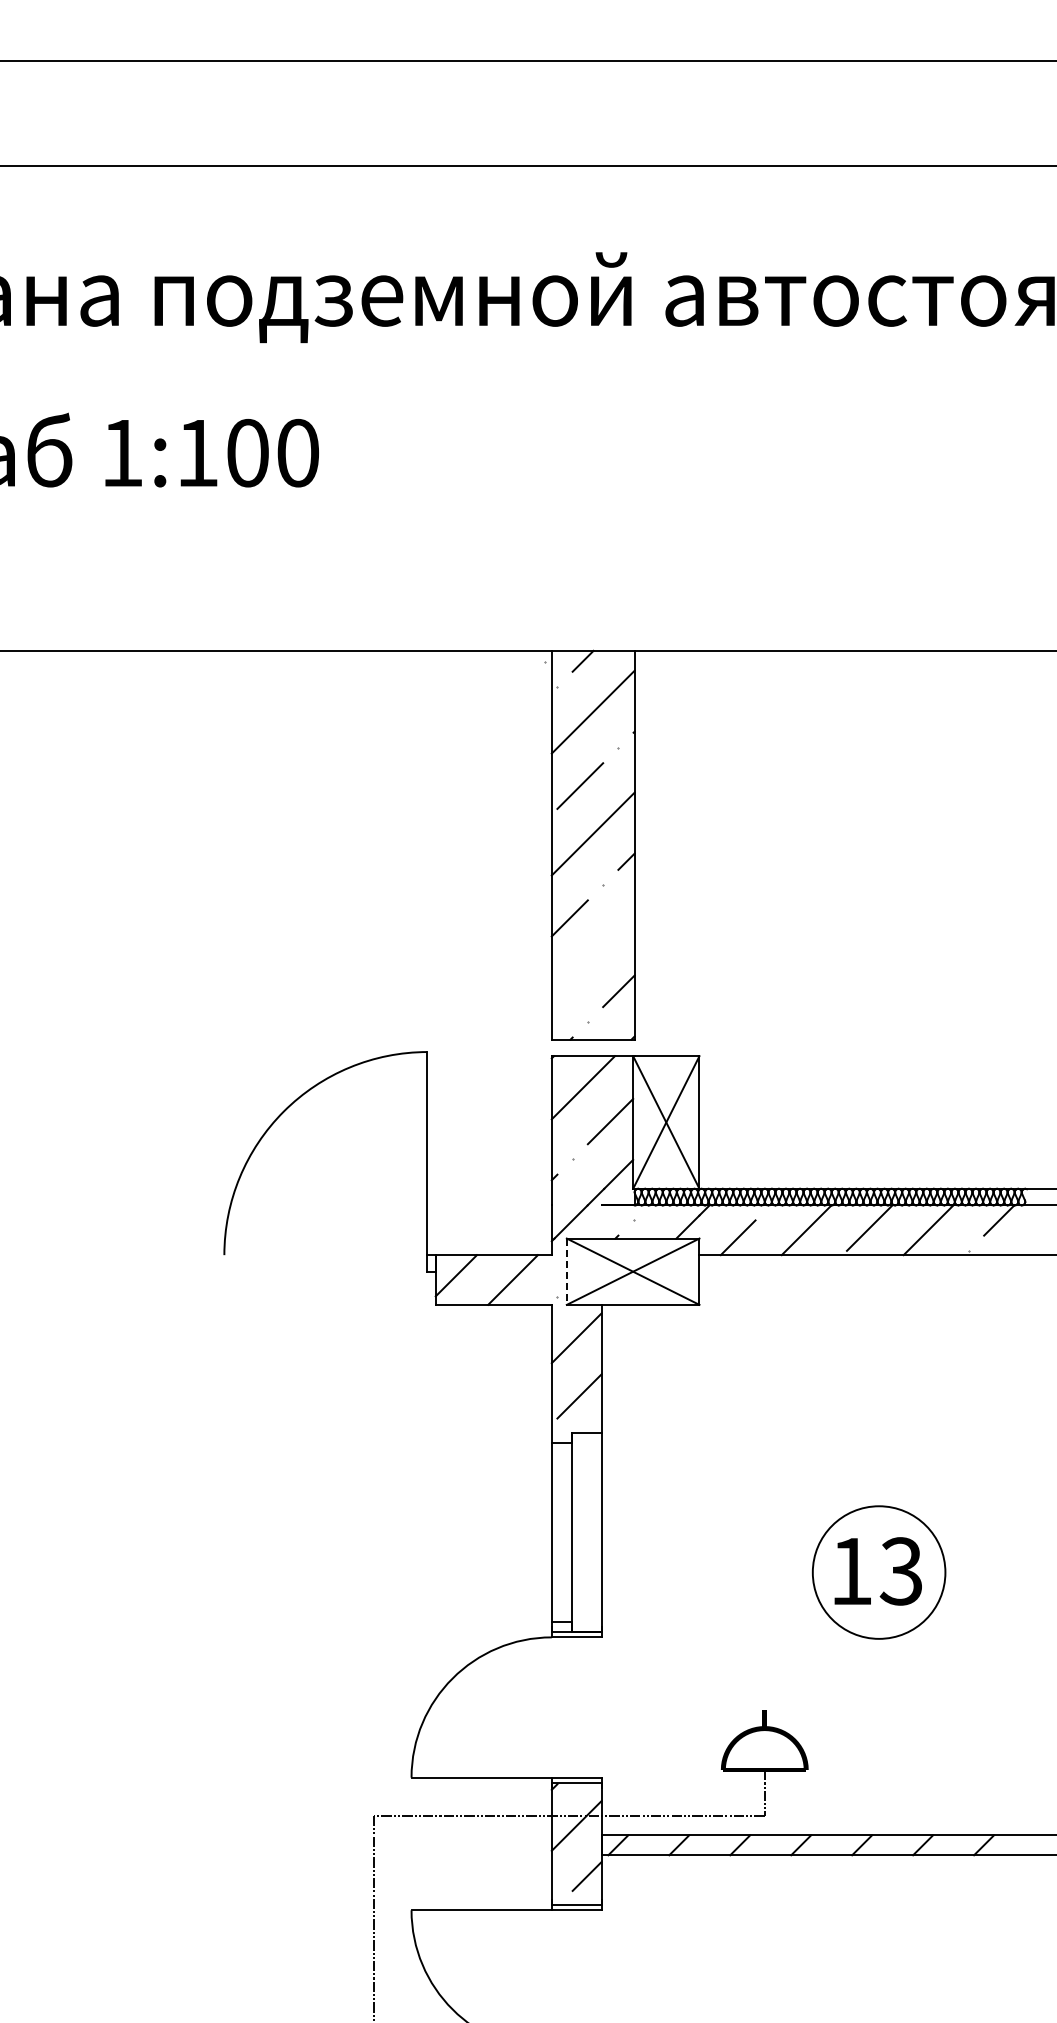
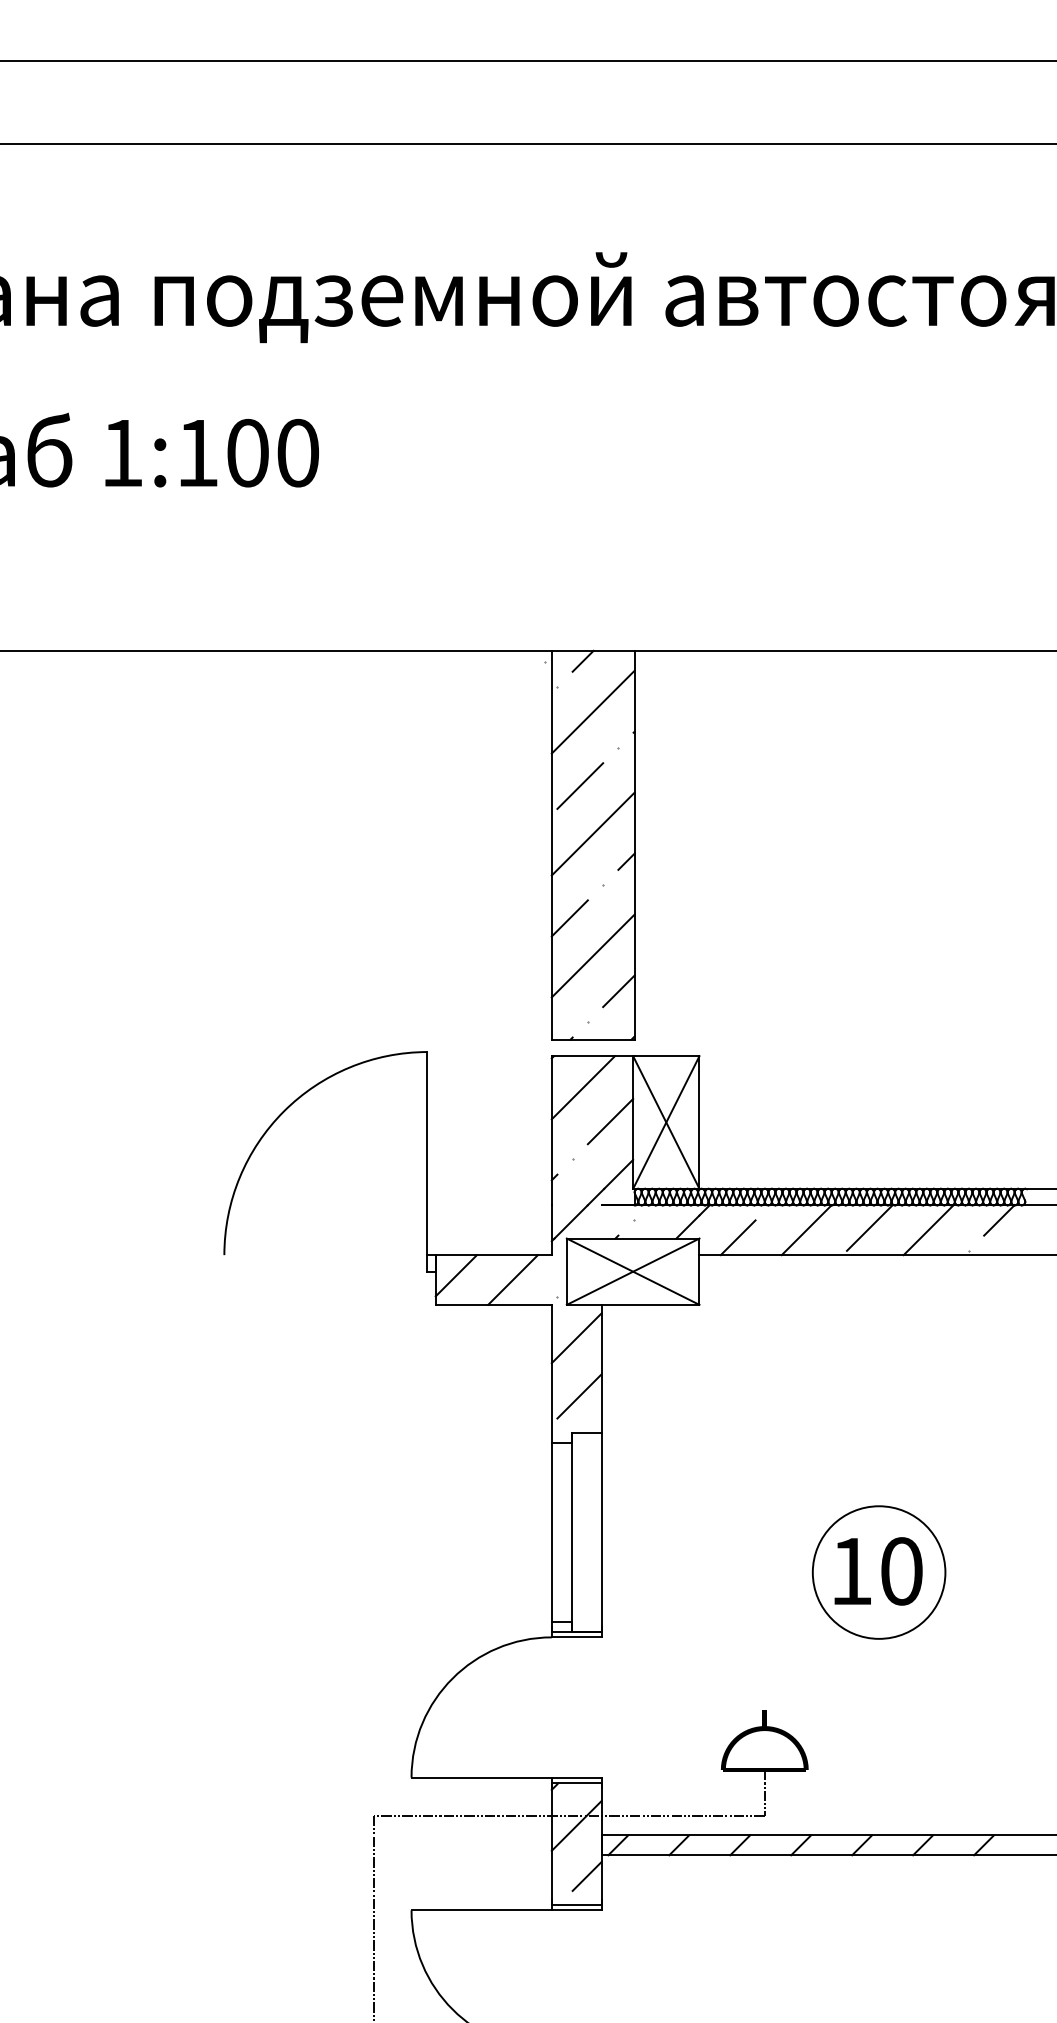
line at (527, 165) position: (527, 165) -> (527, 143)
line at (592, 955): none -> present
line at (566, 1272): dashed -> solid
text at (900, 1571): 13 -> 10
